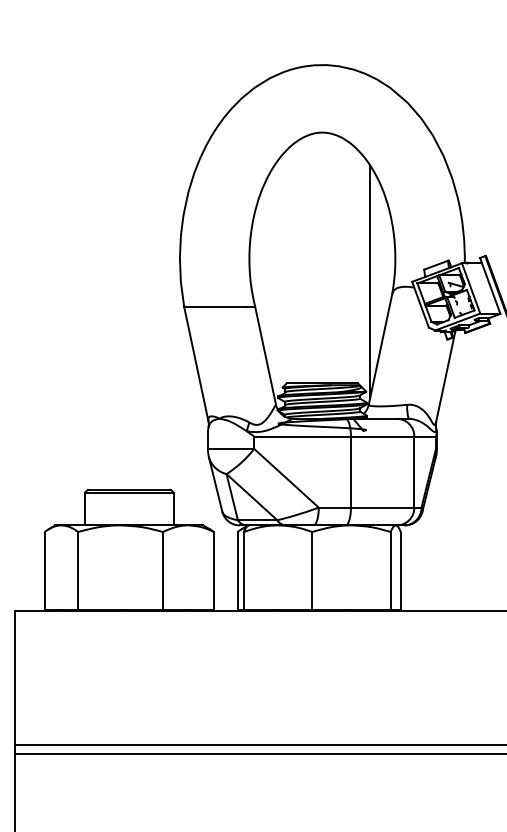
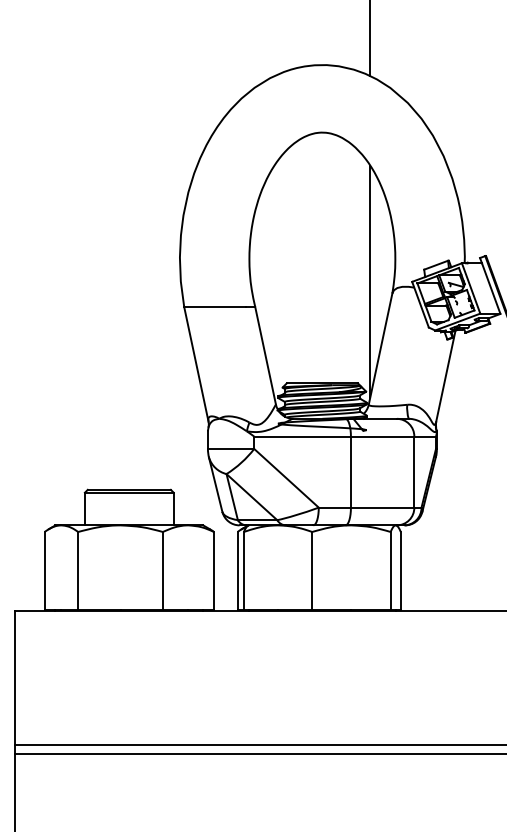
line at (370, 39): none -> present
